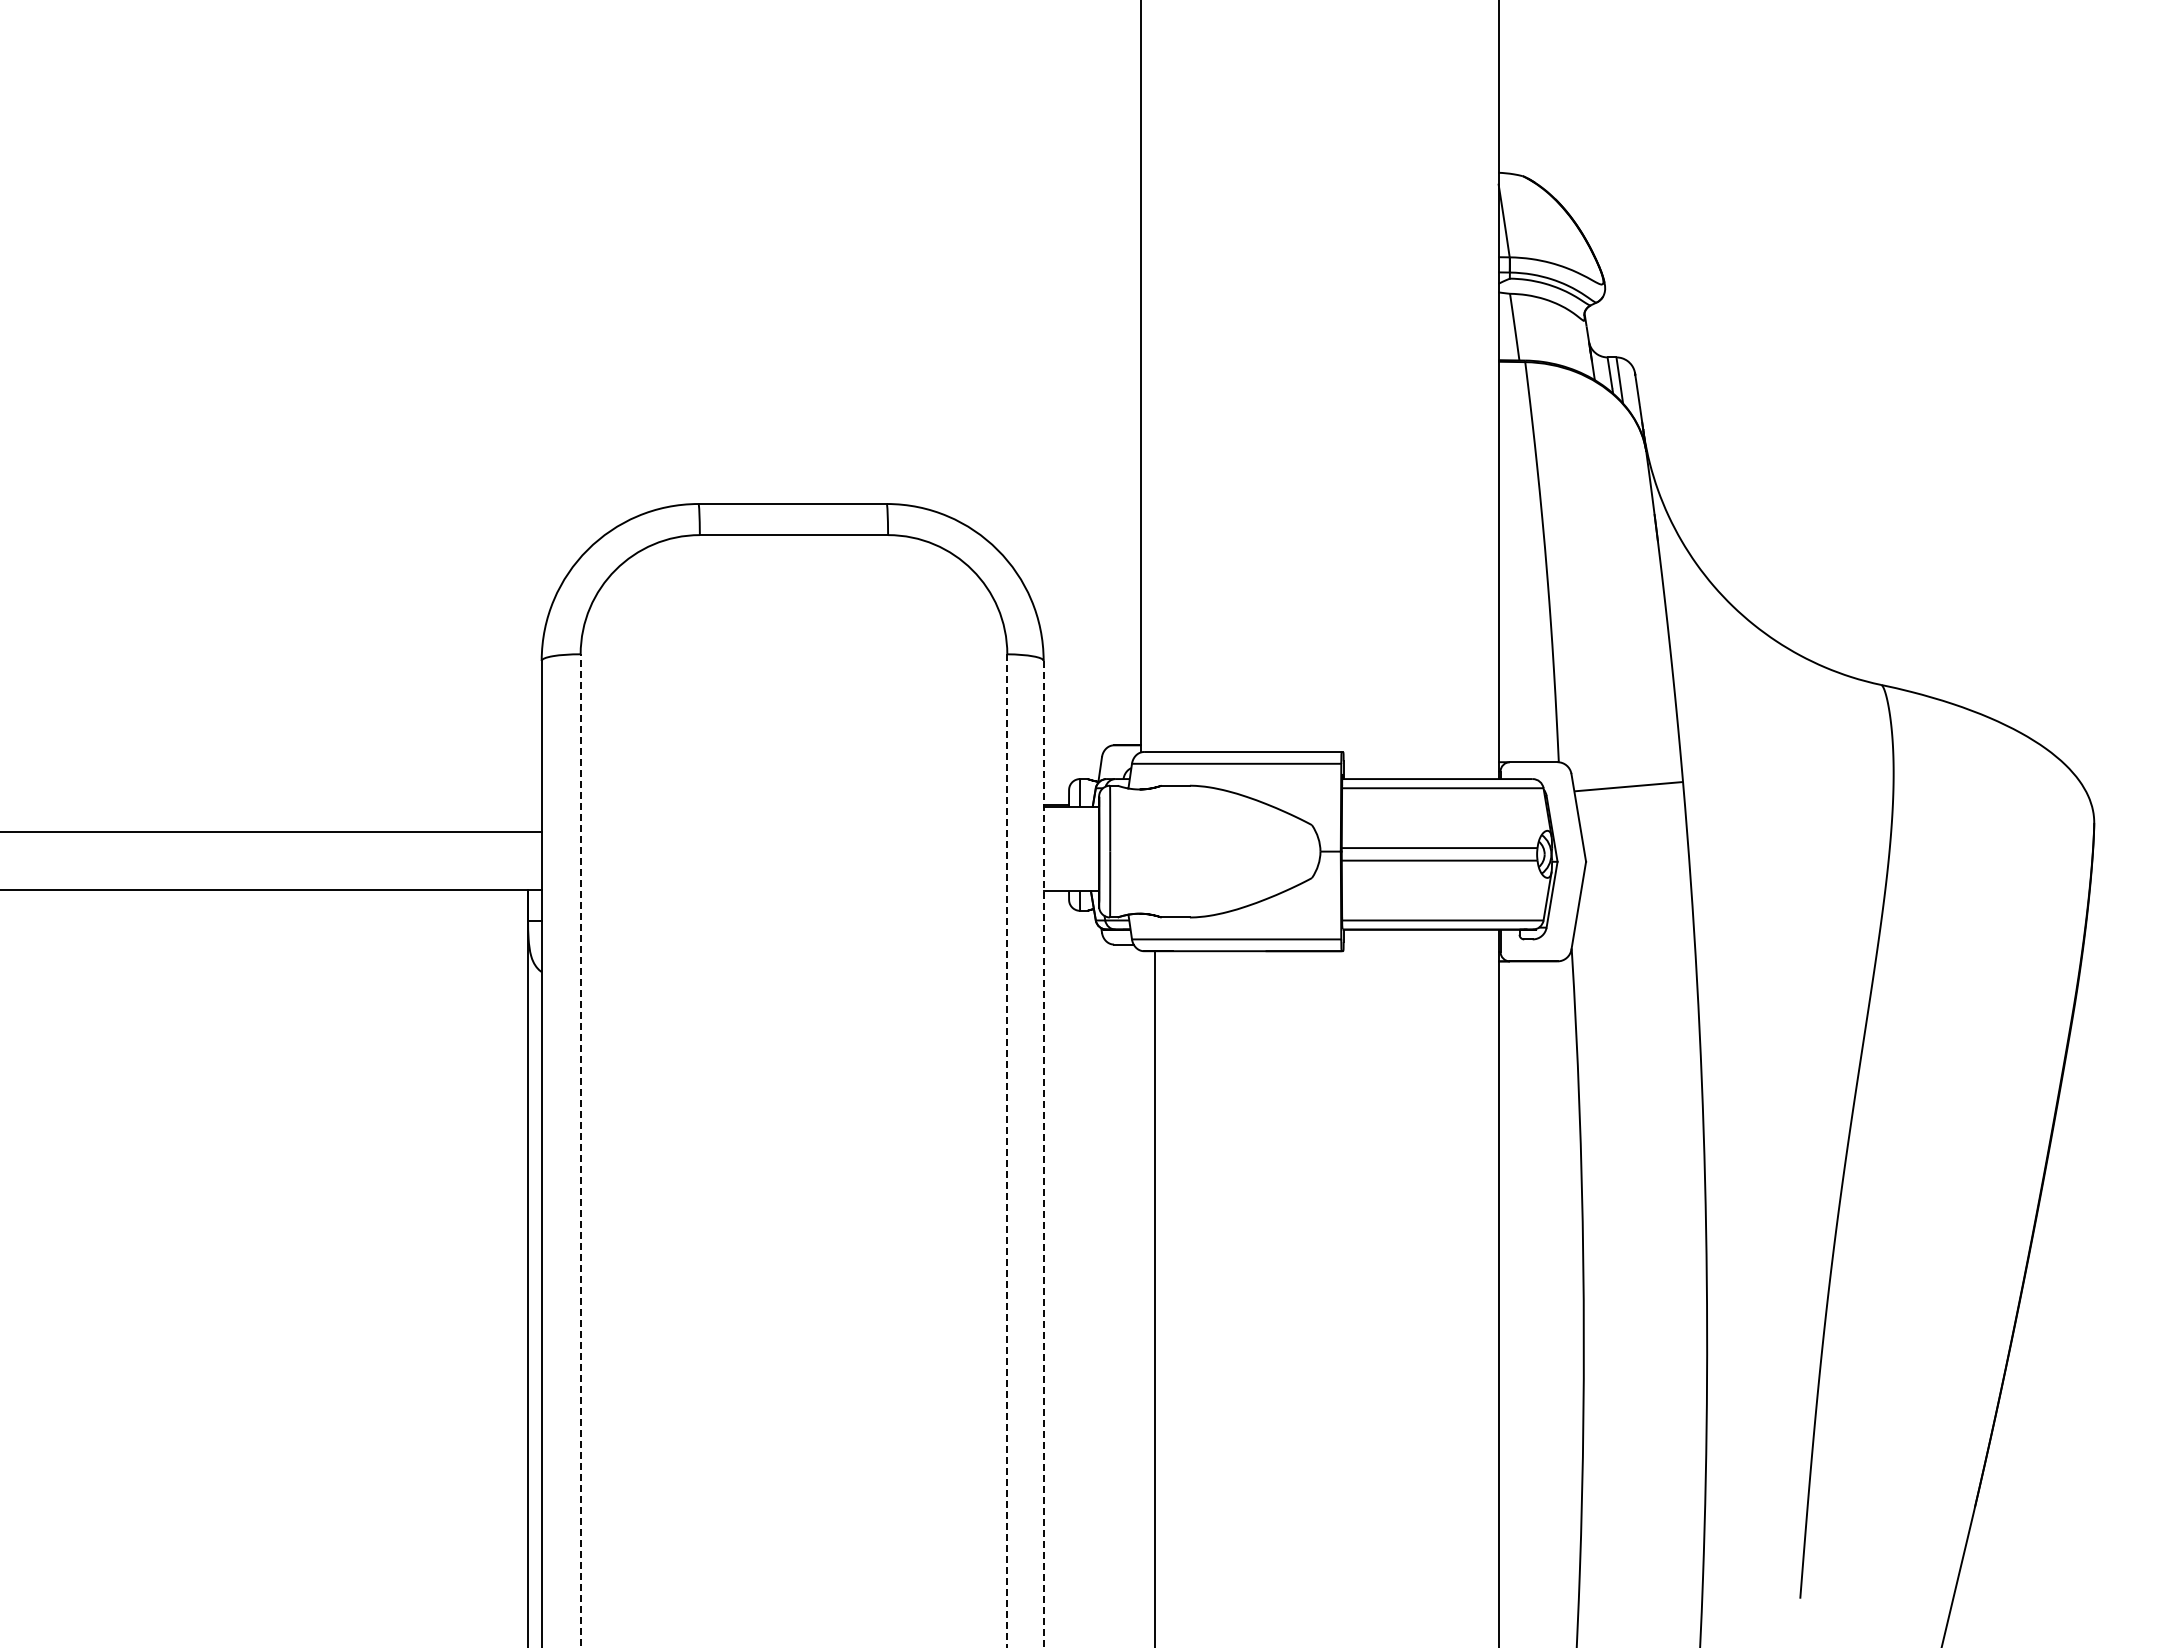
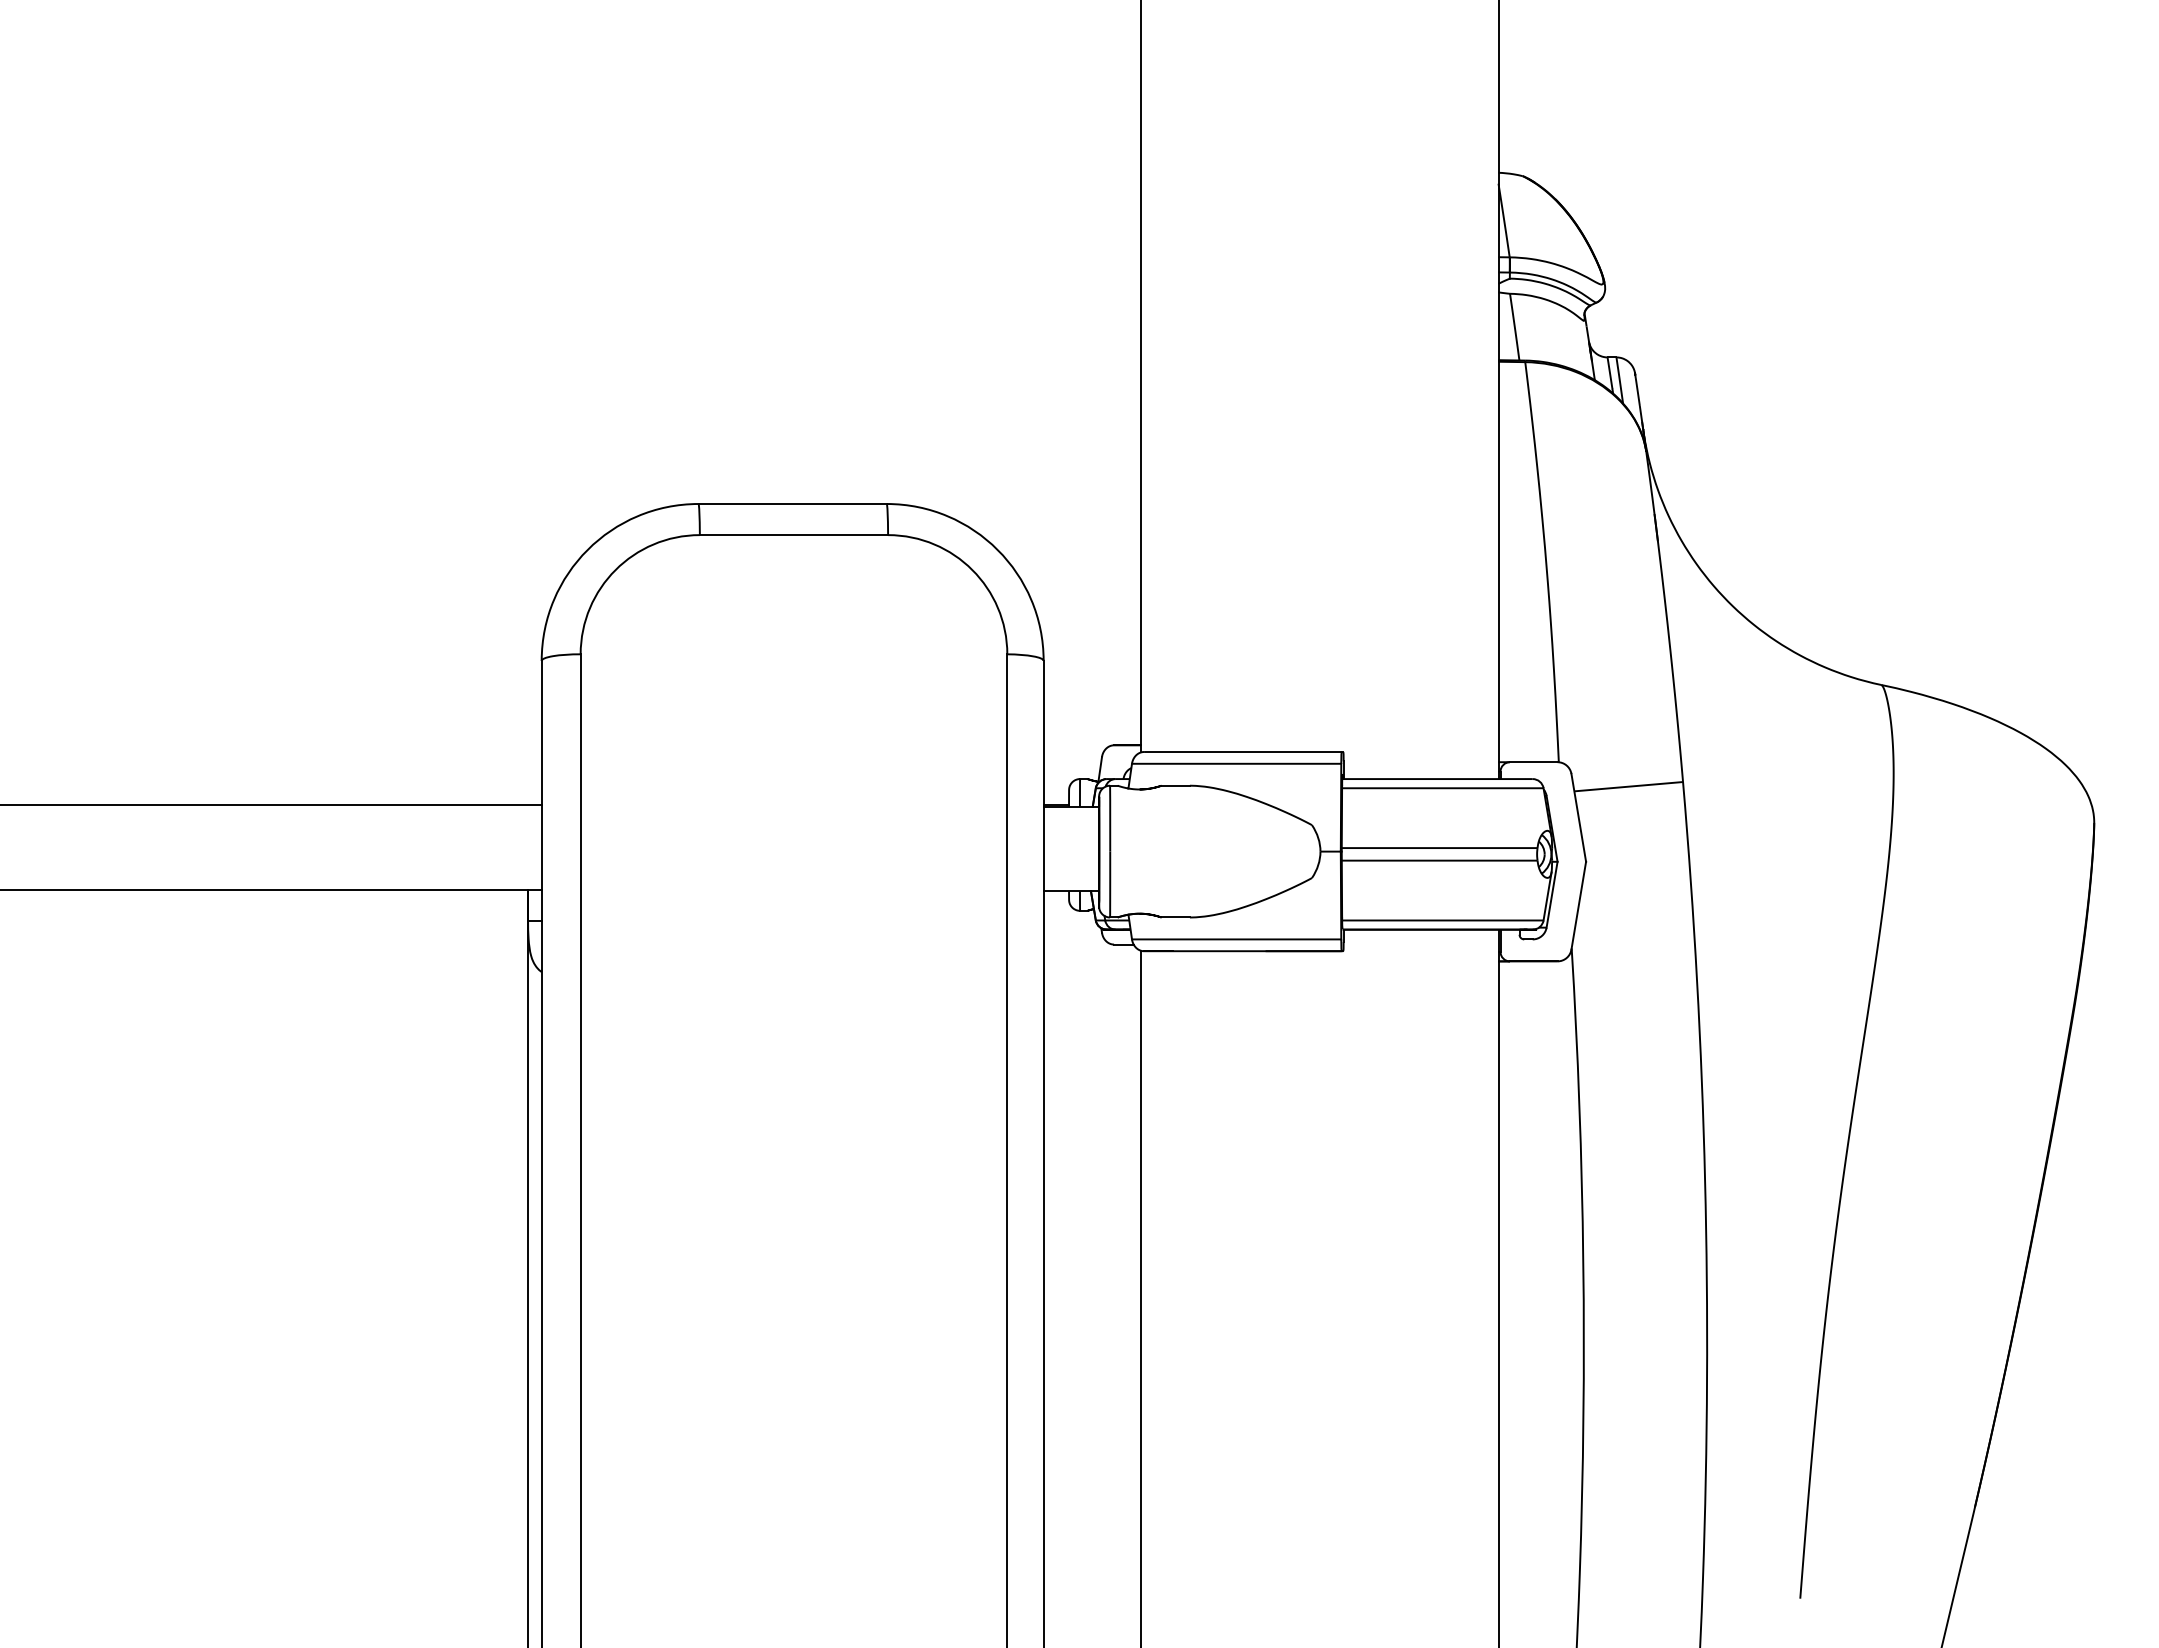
line at (271, 831) position: (271, 831) -> (271, 804)
line at (580, 1150): dashed -> solid
line at (1007, 1151): dashed -> solid
line at (1043, 1153): dashed -> solid
line at (1154, 1297) position: (1154, 1297) -> (1140, 1297)
